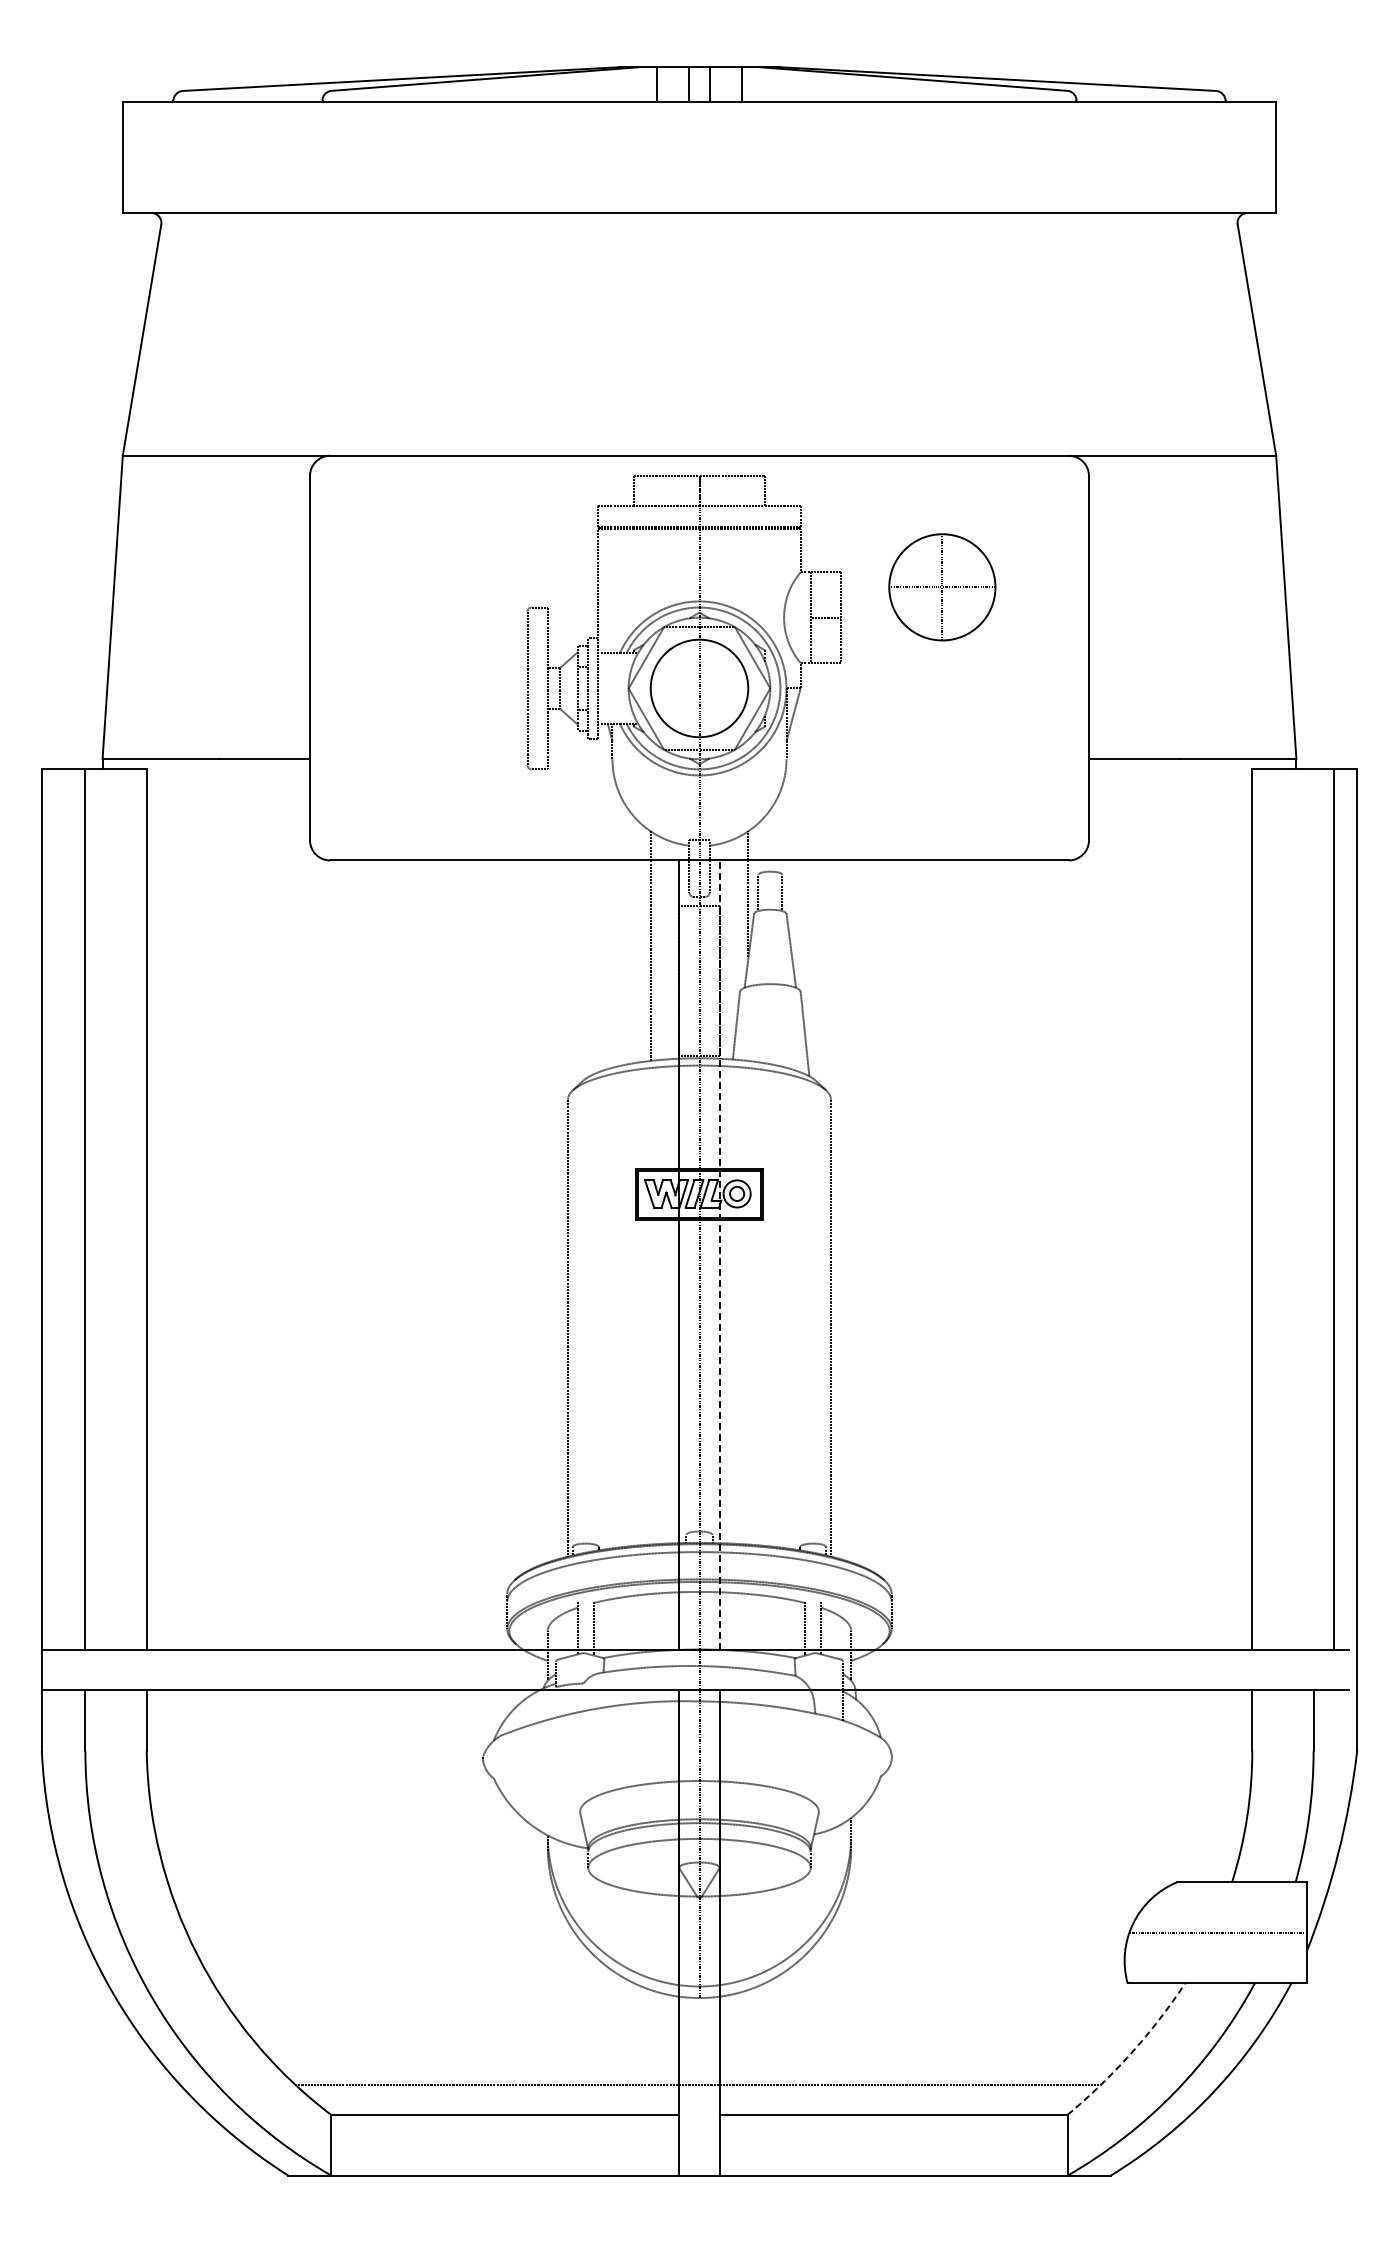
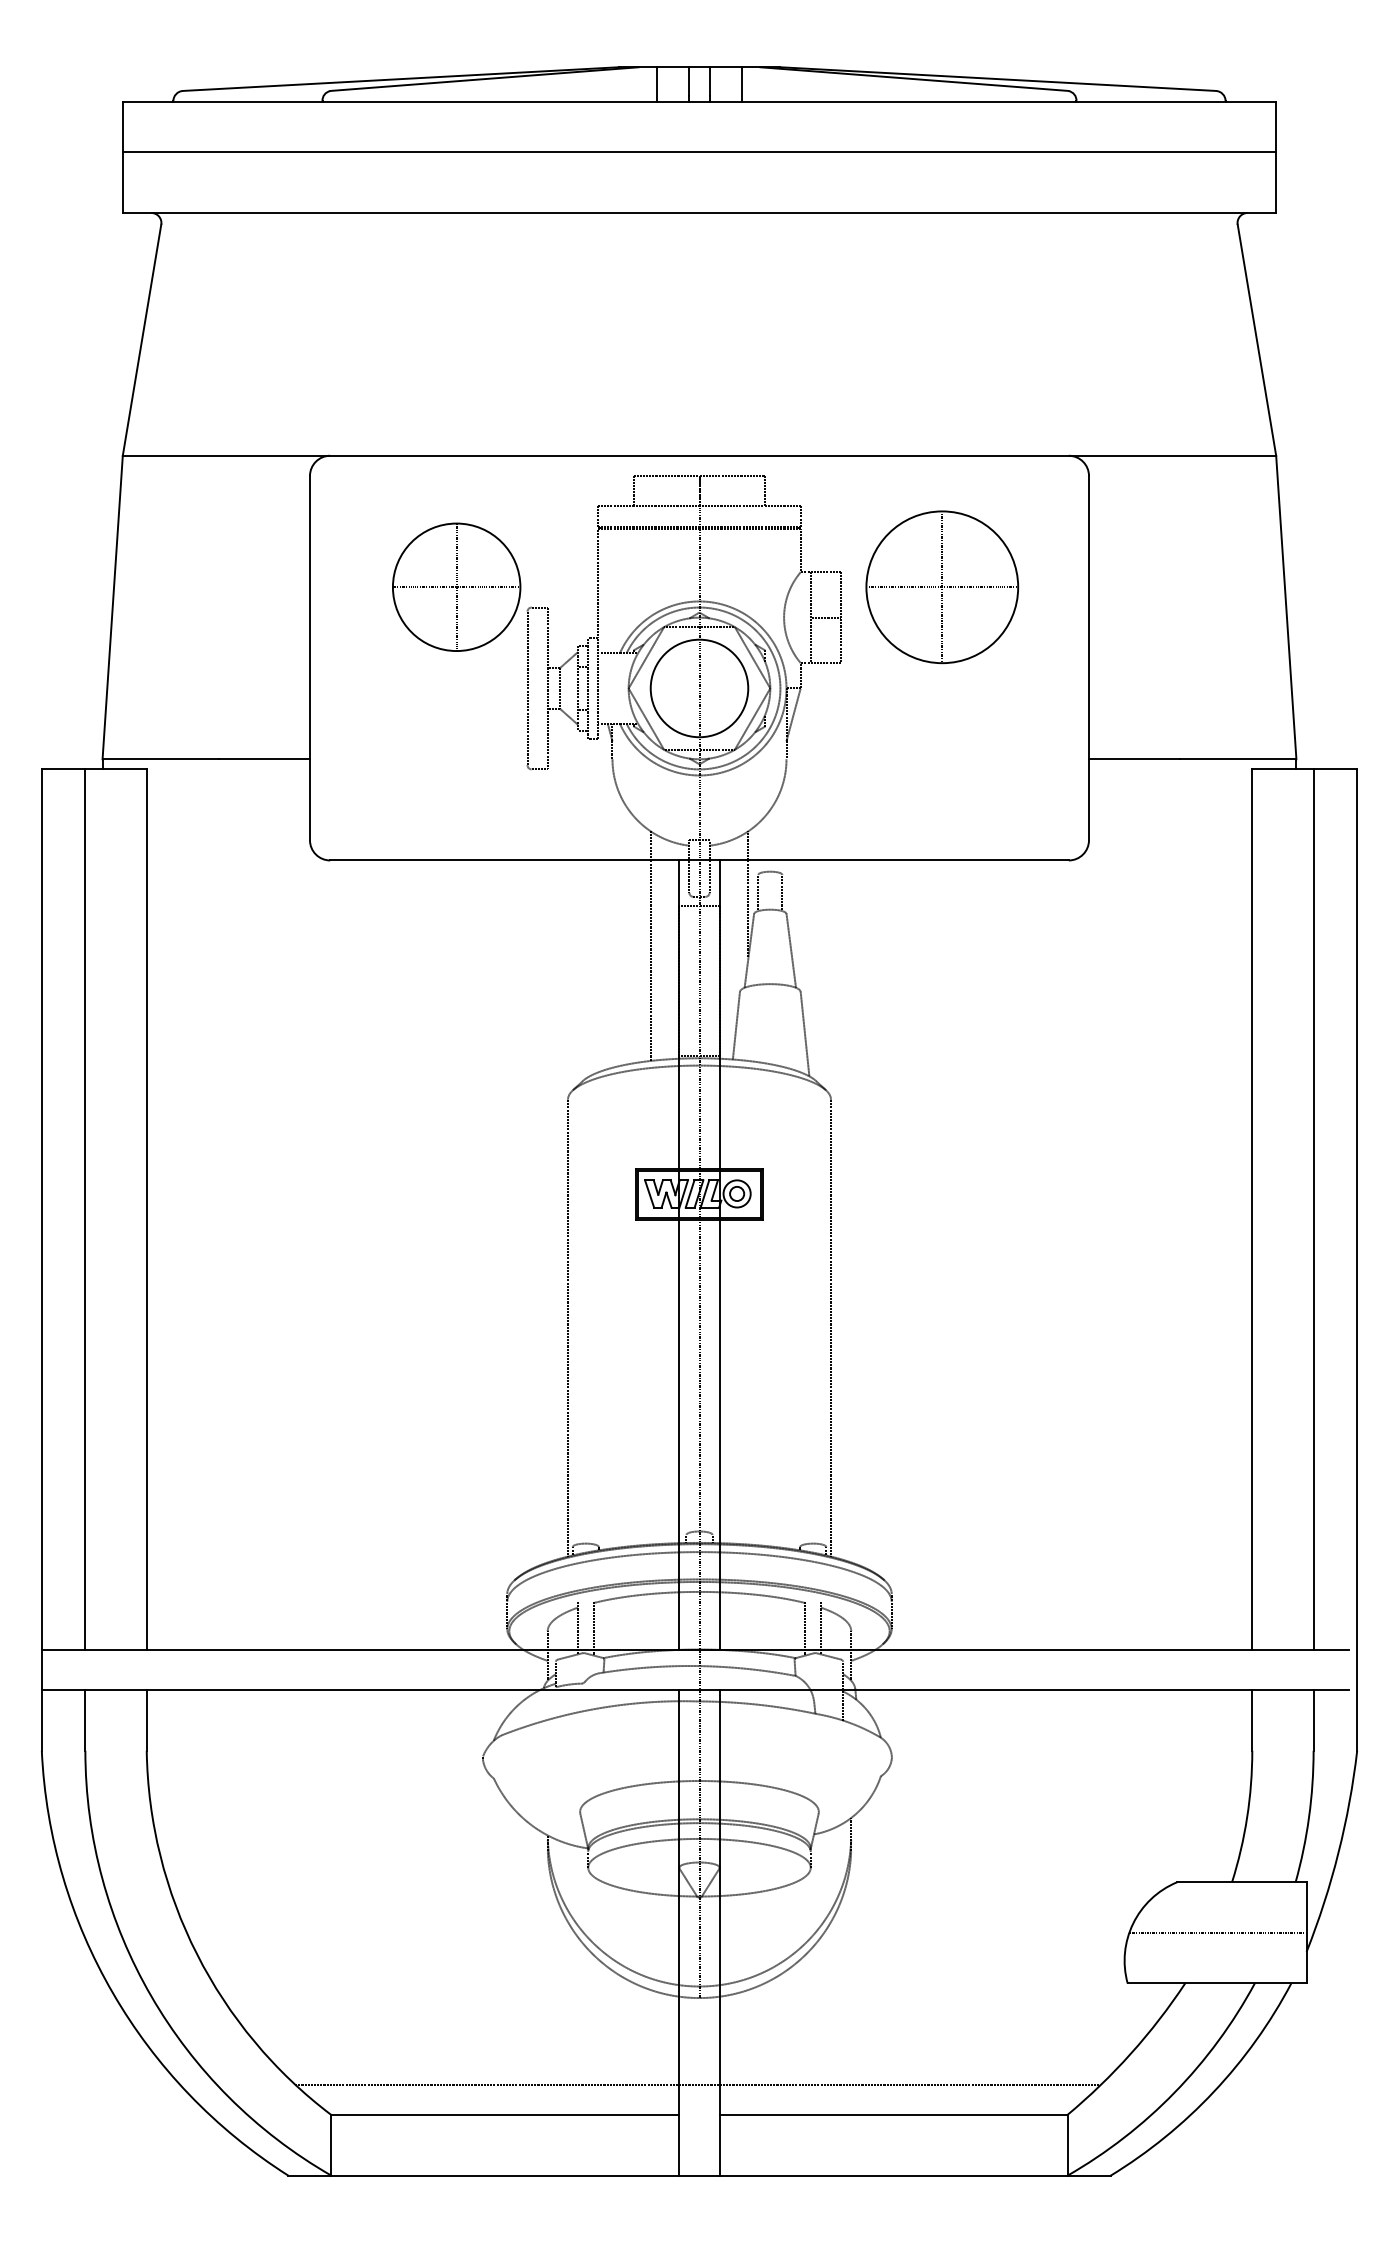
line at (699, 152): none -> present
part at (456, 586): none -> present
part at (942, 587) size: 109x109 px -> 155x155 px
line at (1333, 1209) position: (1333, 1209) -> (1313, 1209)
line at (719, 1255): dashed -> solid
arc at (1131, 2053): dashed -> solid
